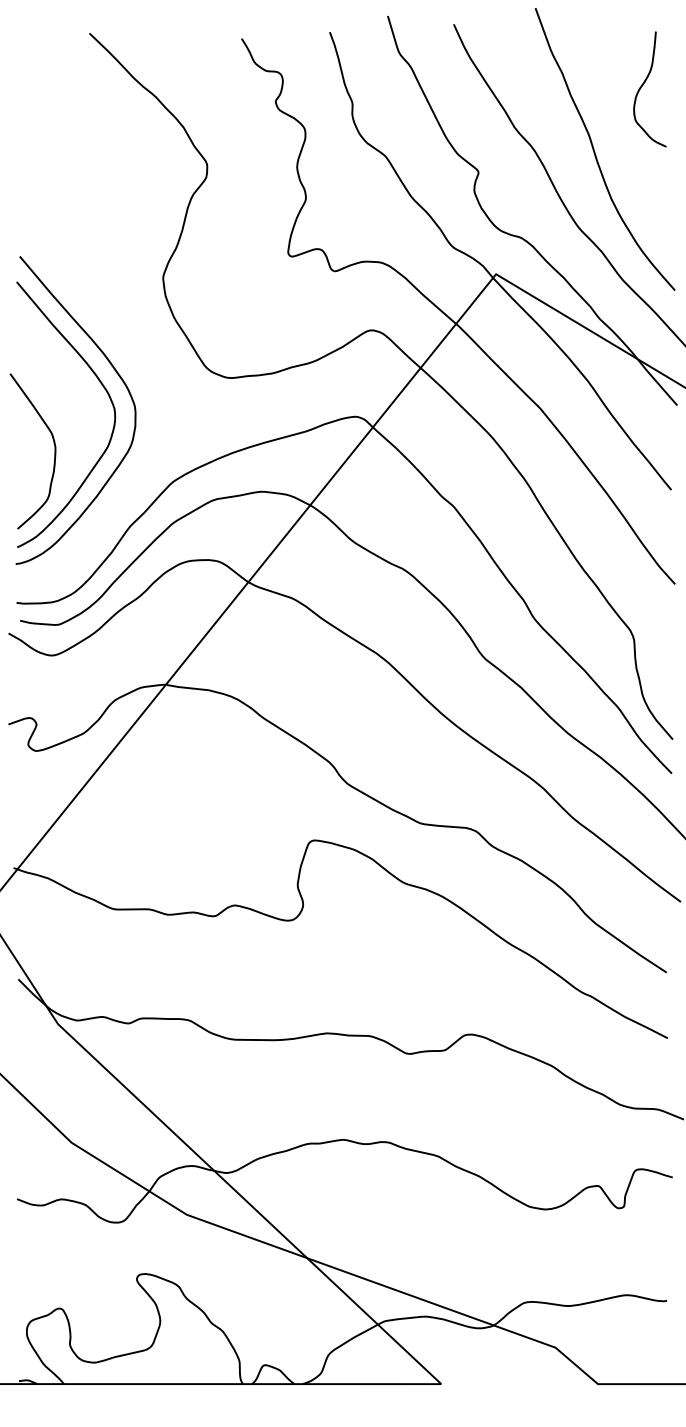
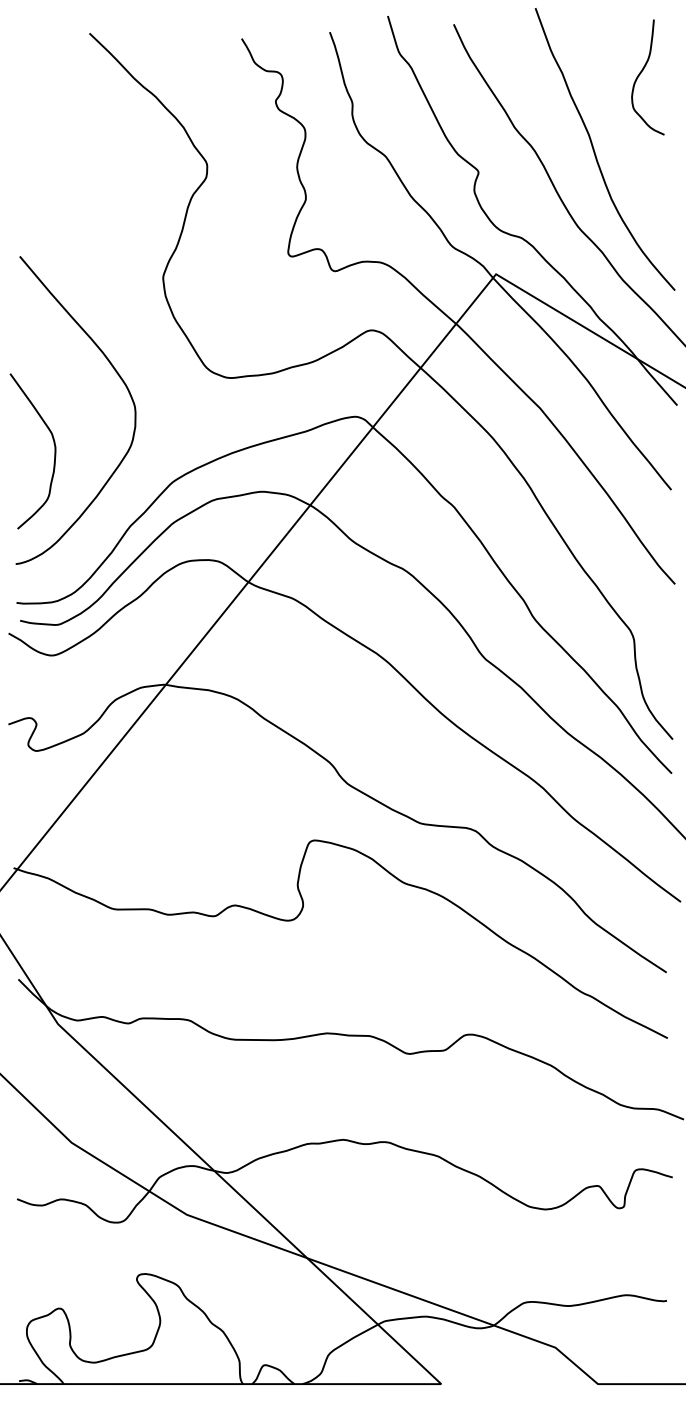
curve at (643, 85) position: (643, 85) -> (641, 73)
curve at (101, 385): present -> none
